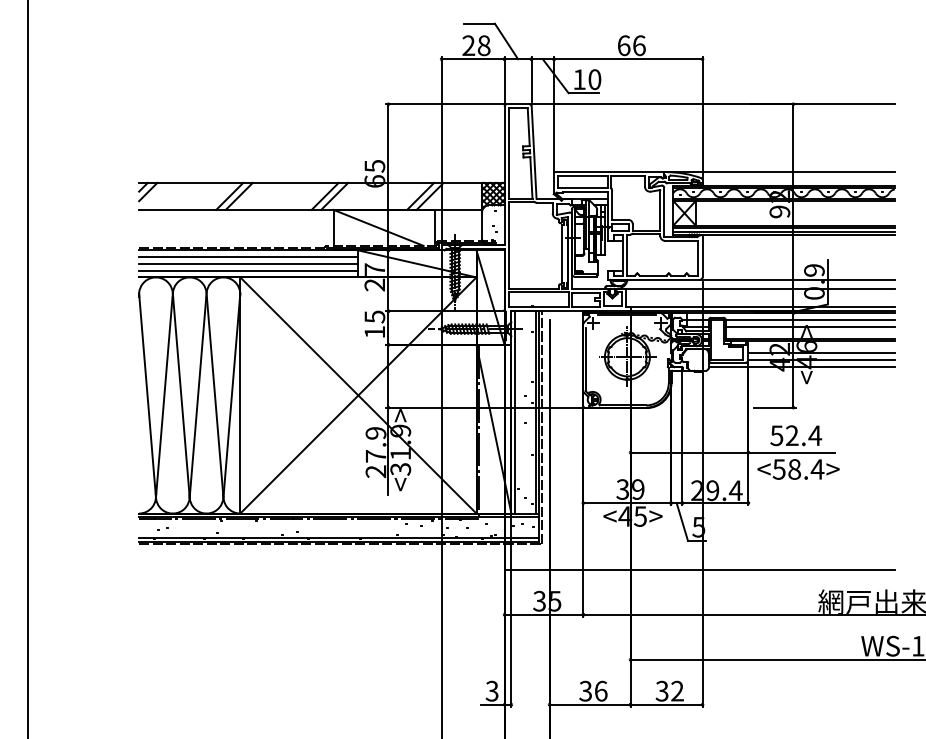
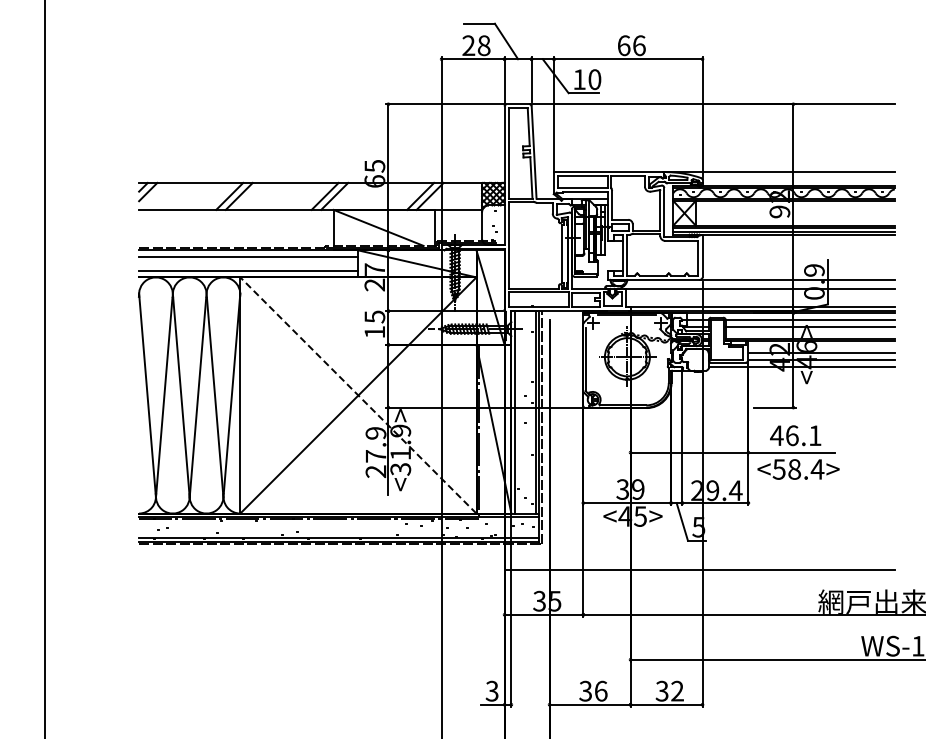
line at (248, 263): present -> none
line at (27, 368) position: (27, 368) -> (44, 368)
line at (358, 395): solid -> dashed
text at (796, 435): 52.4 -> 46.1
